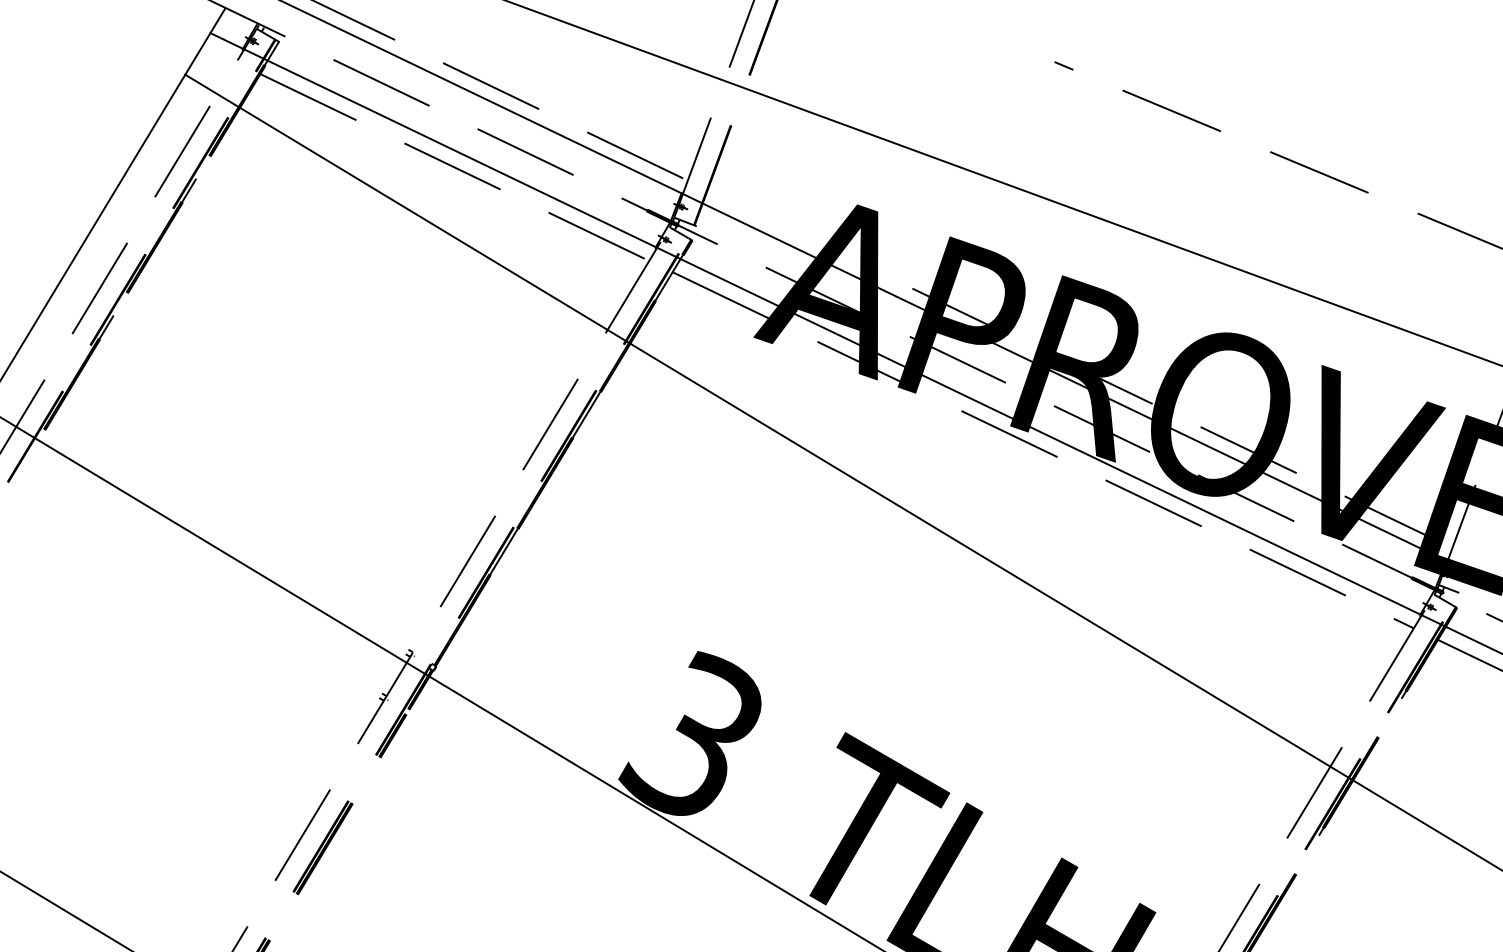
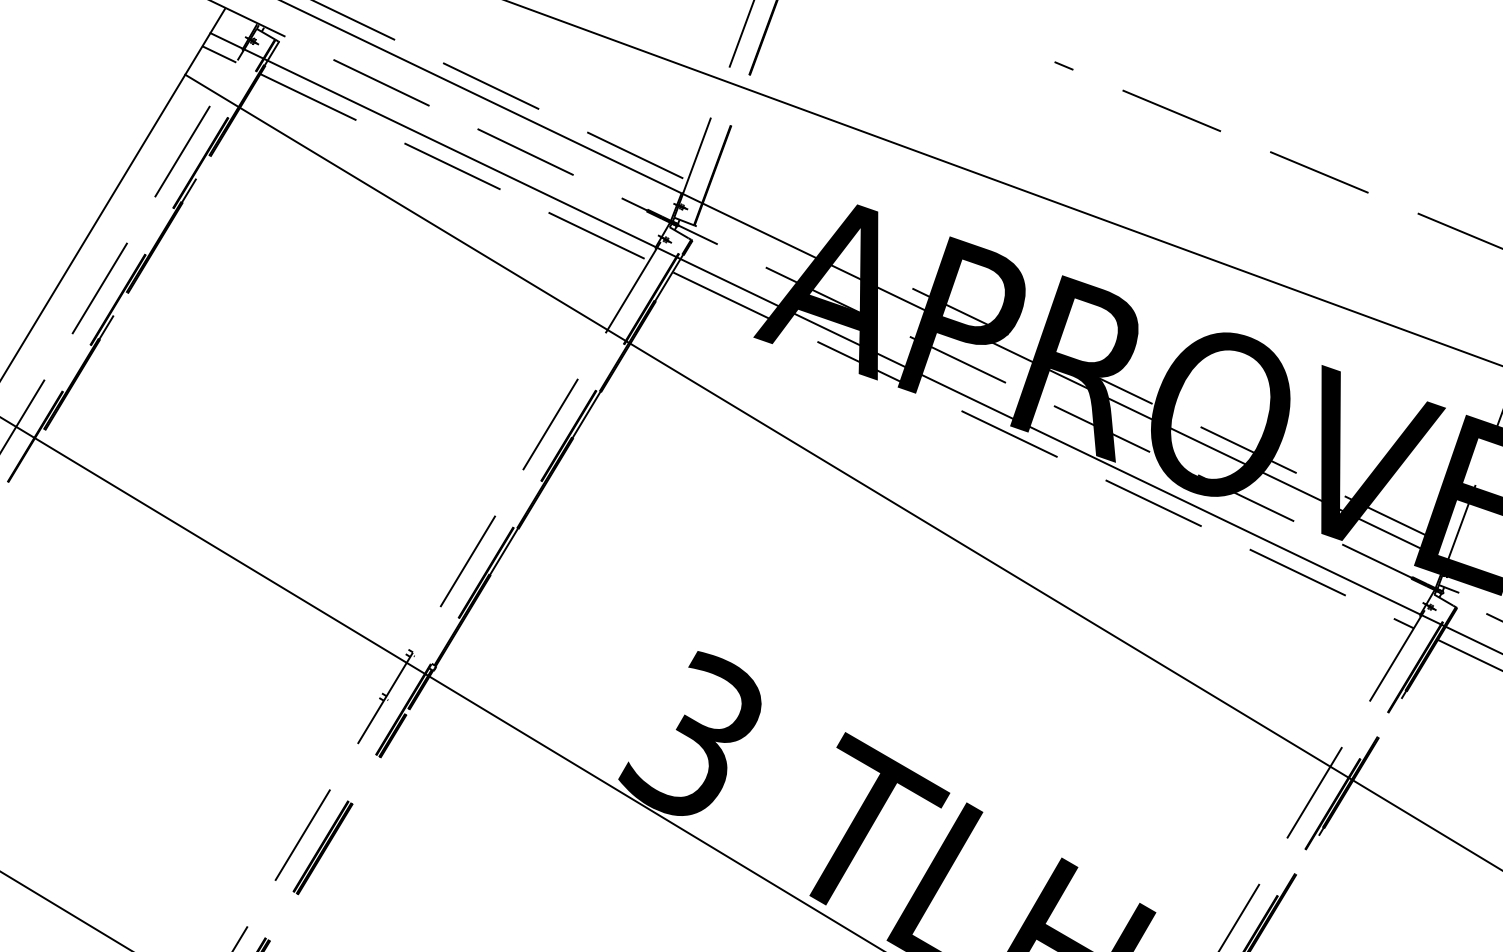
line at (219, 54): none -> present
